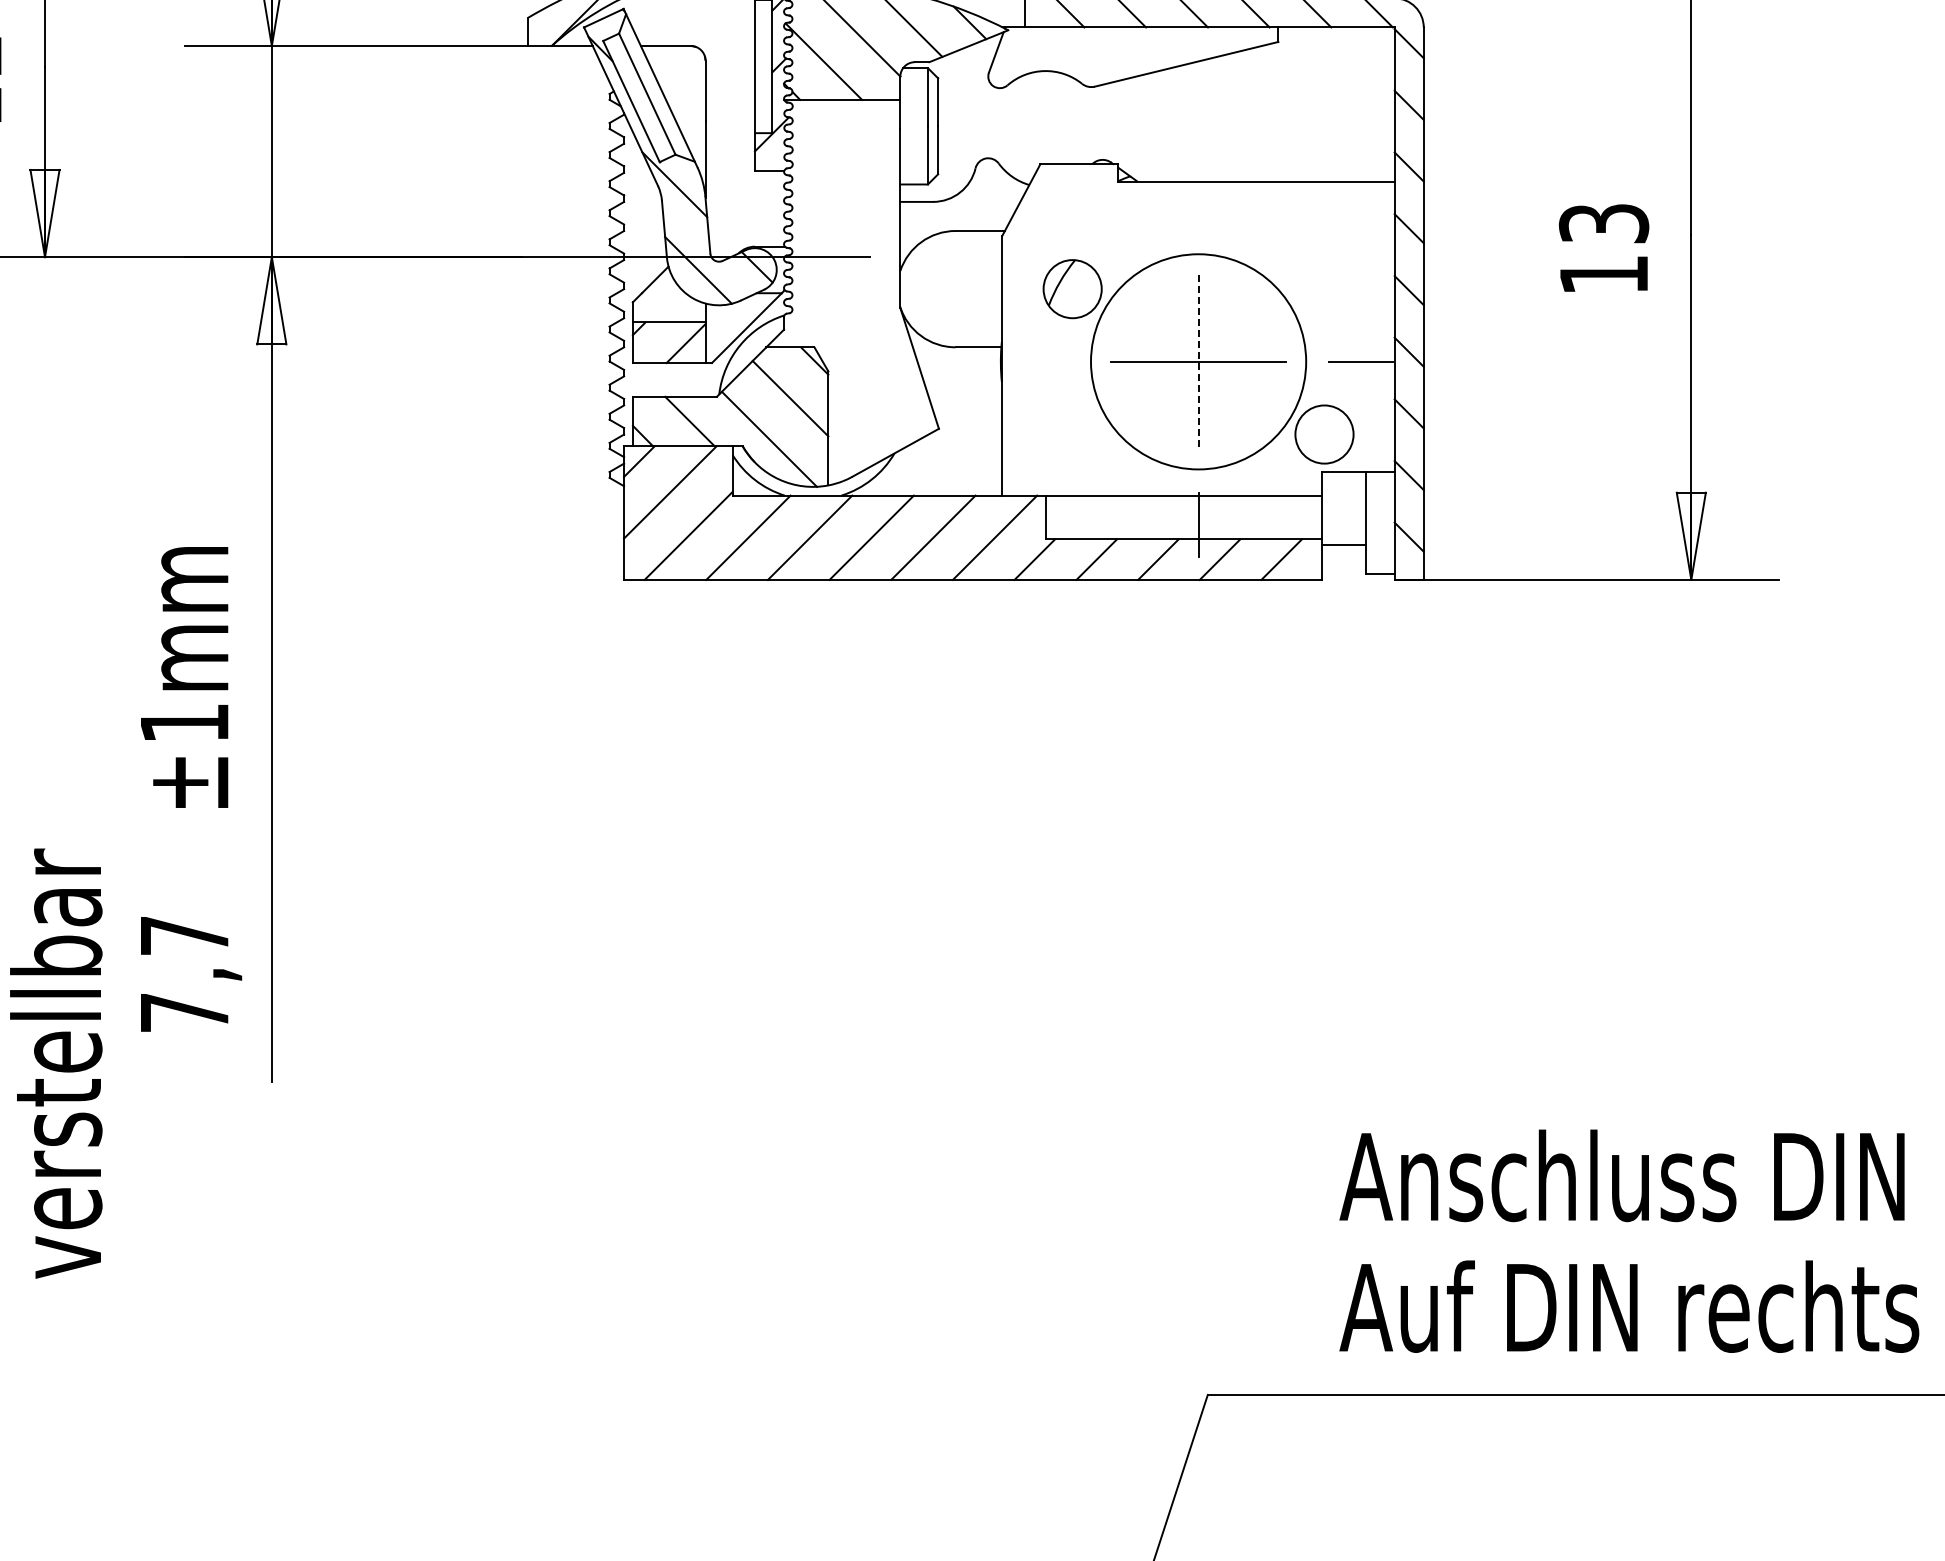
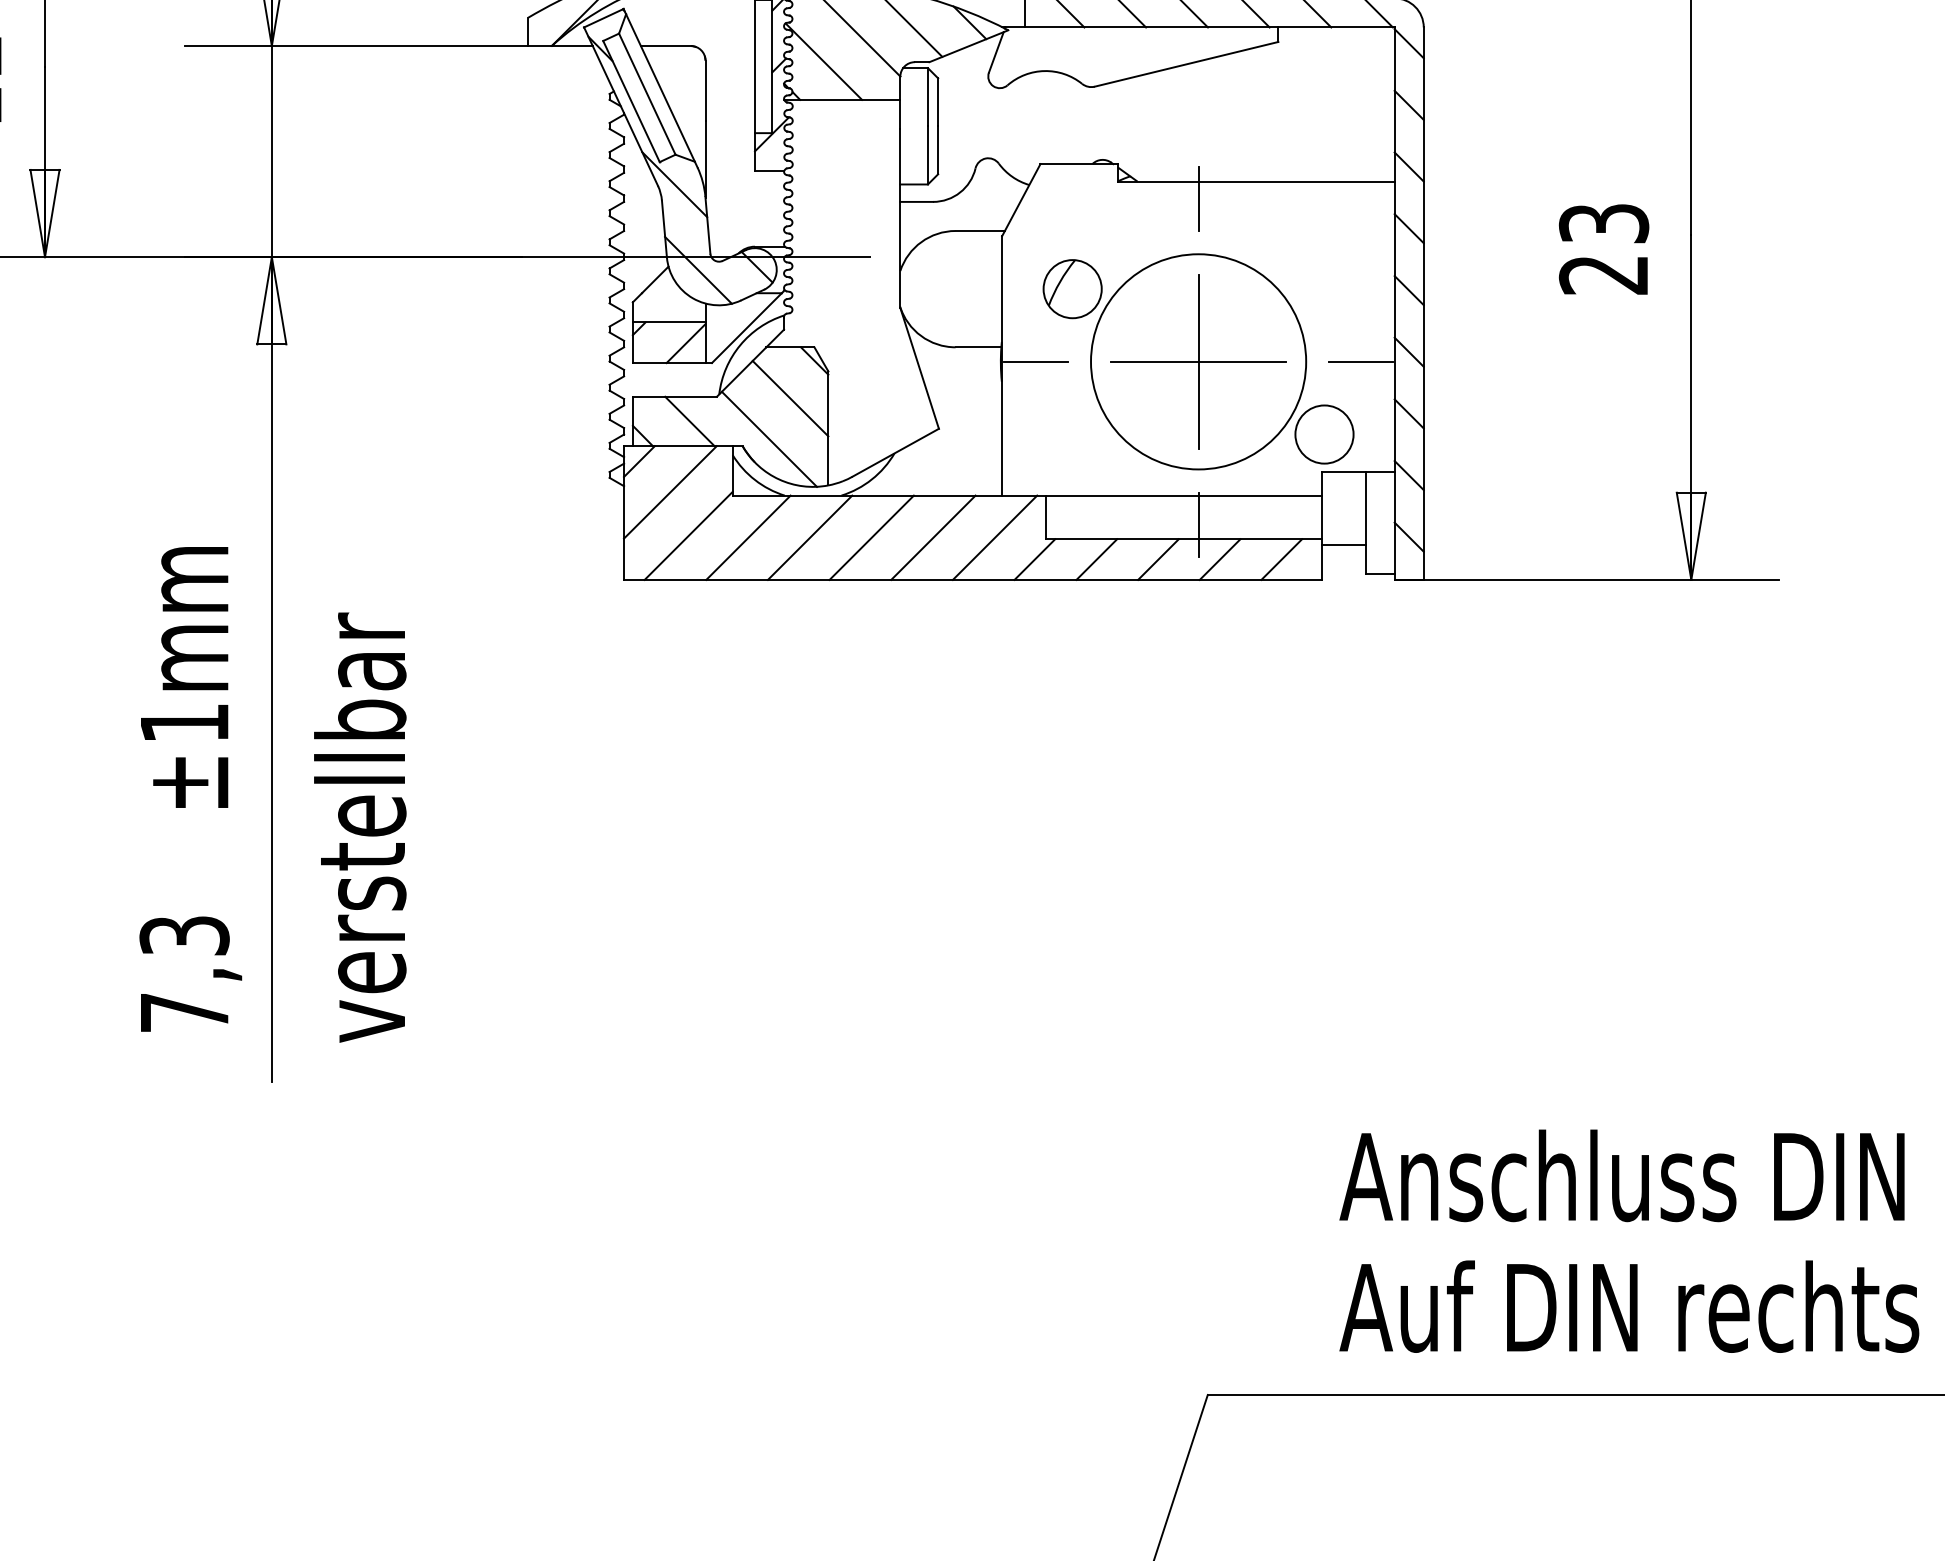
line at (1198, 199): none -> present
text at (1602, 275): 13 -> 23
line at (1035, 361): none -> present
line at (1198, 362): dashed -> solid
text at (184, 935): 7,7 -> 7,3
text at (56, 1063) position: (56, 1063) -> (360, 827)
